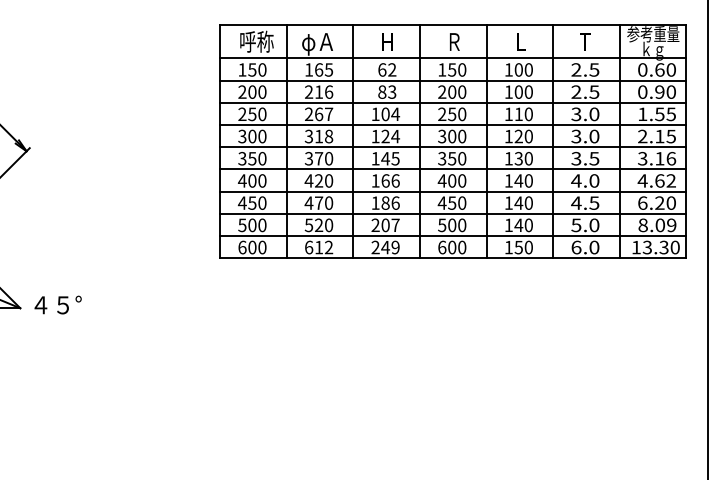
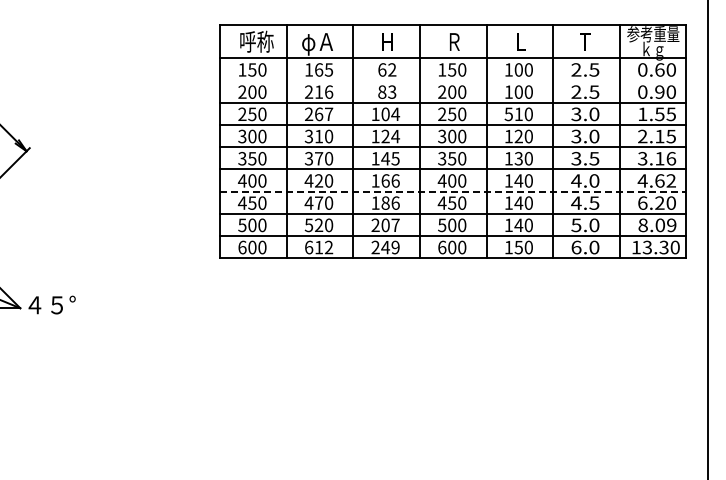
line at (453, 80): present -> none
text at (508, 114): 110 -> 510
text at (329, 136): 318 -> 310
line at (453, 191): solid -> dashed
text at (57, 304) position: (57, 304) -> (51, 304)
